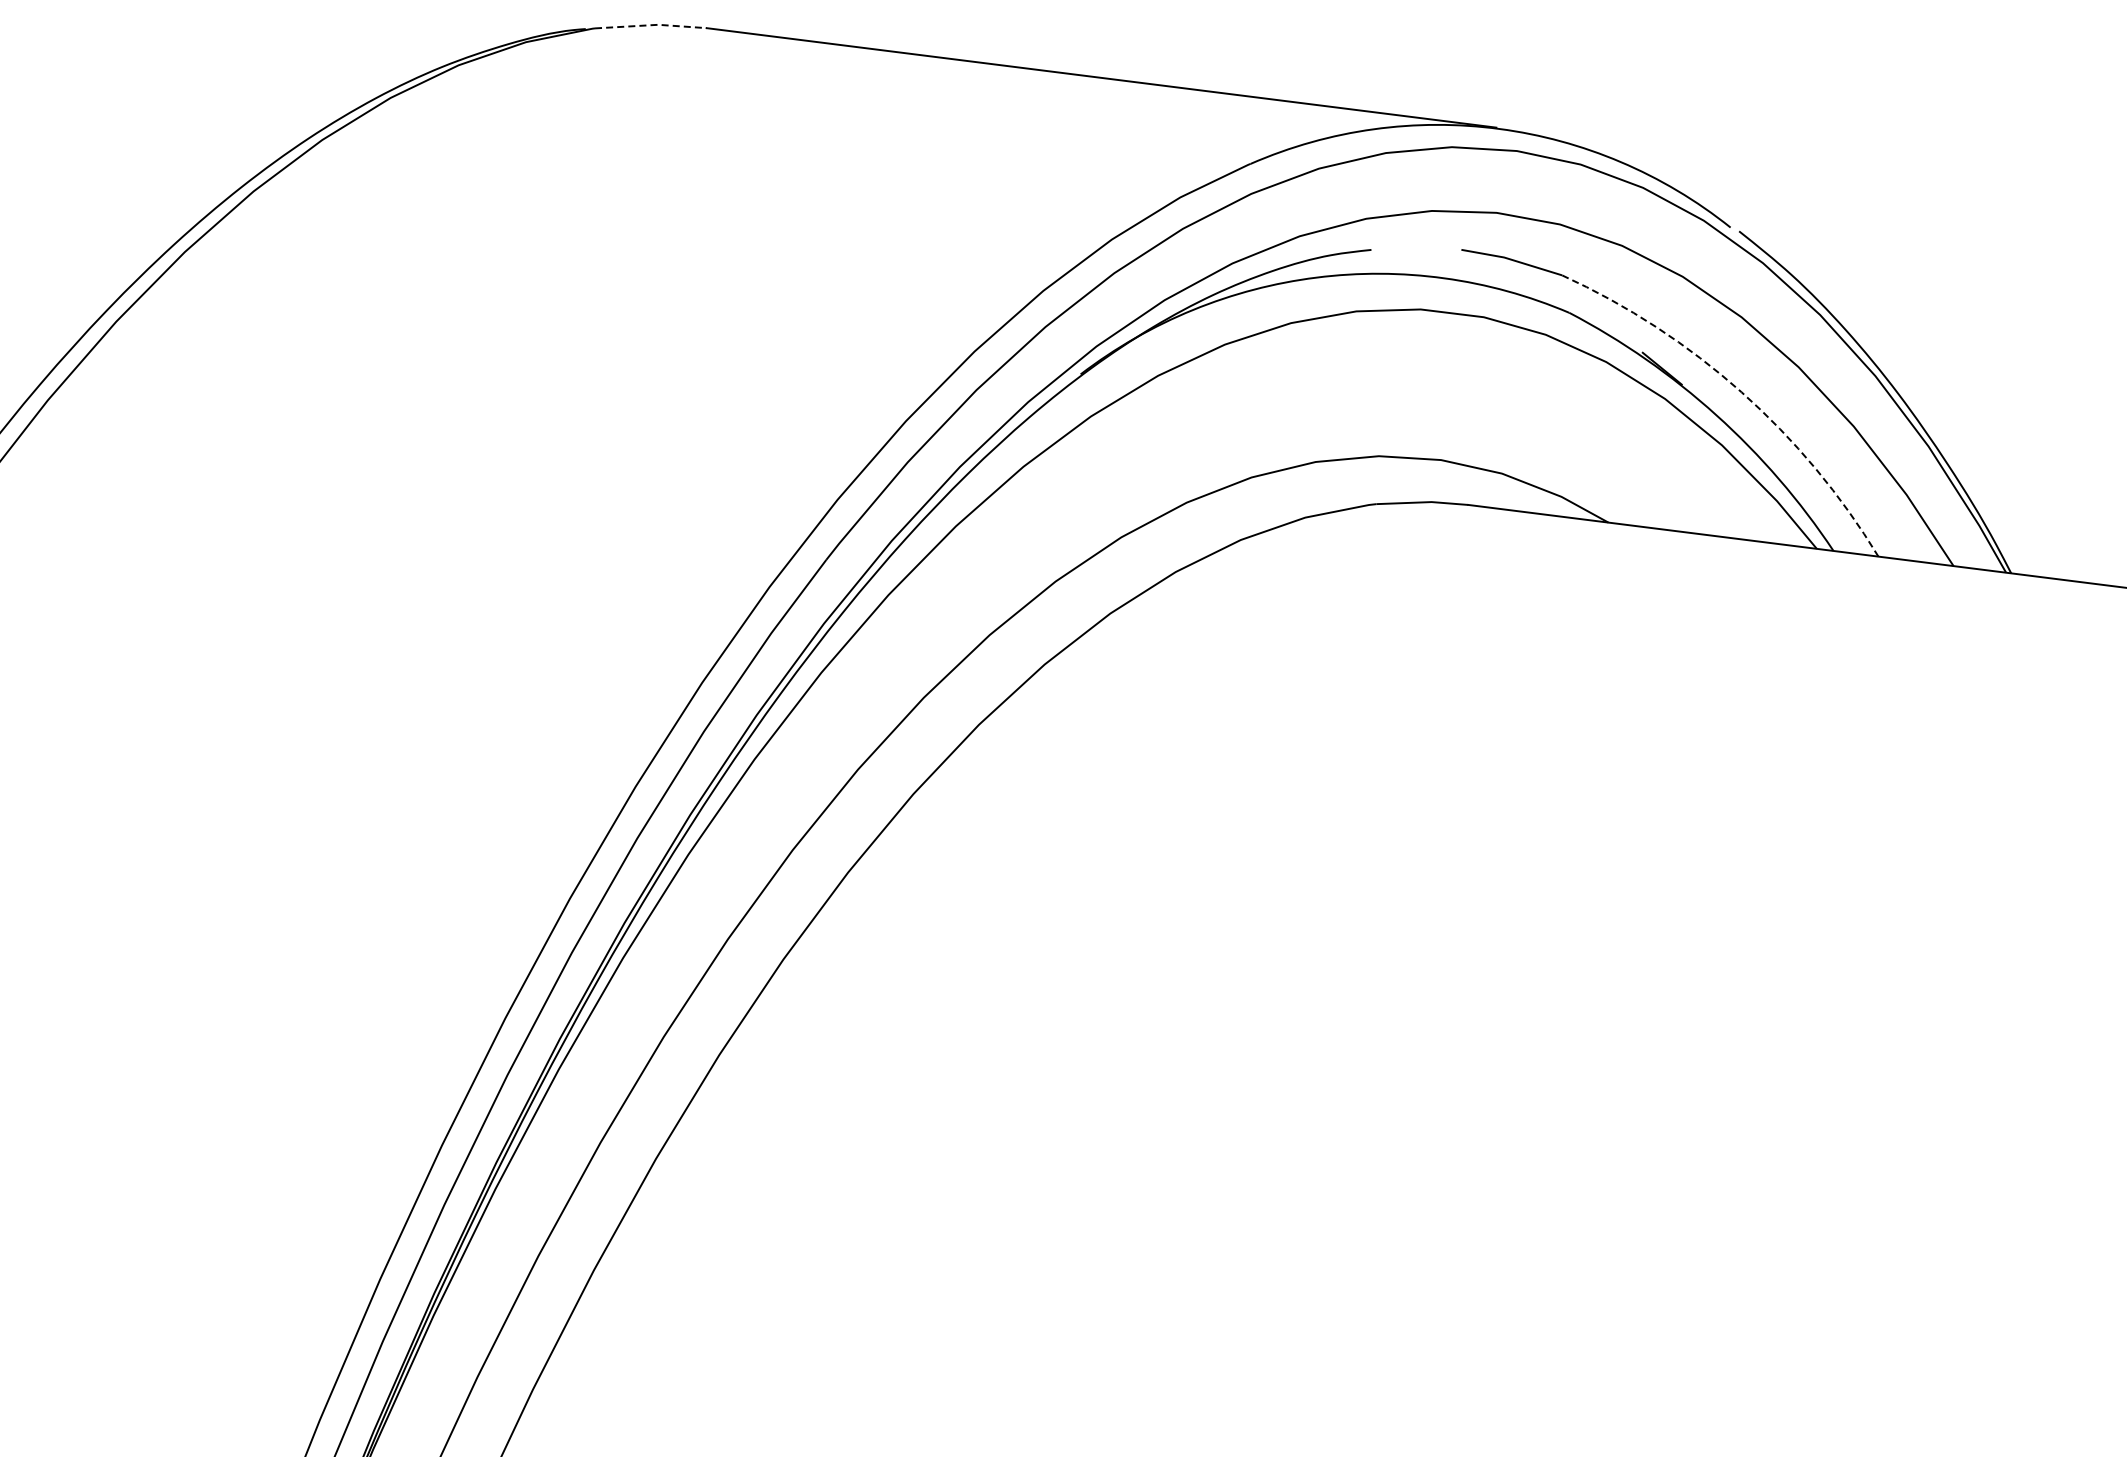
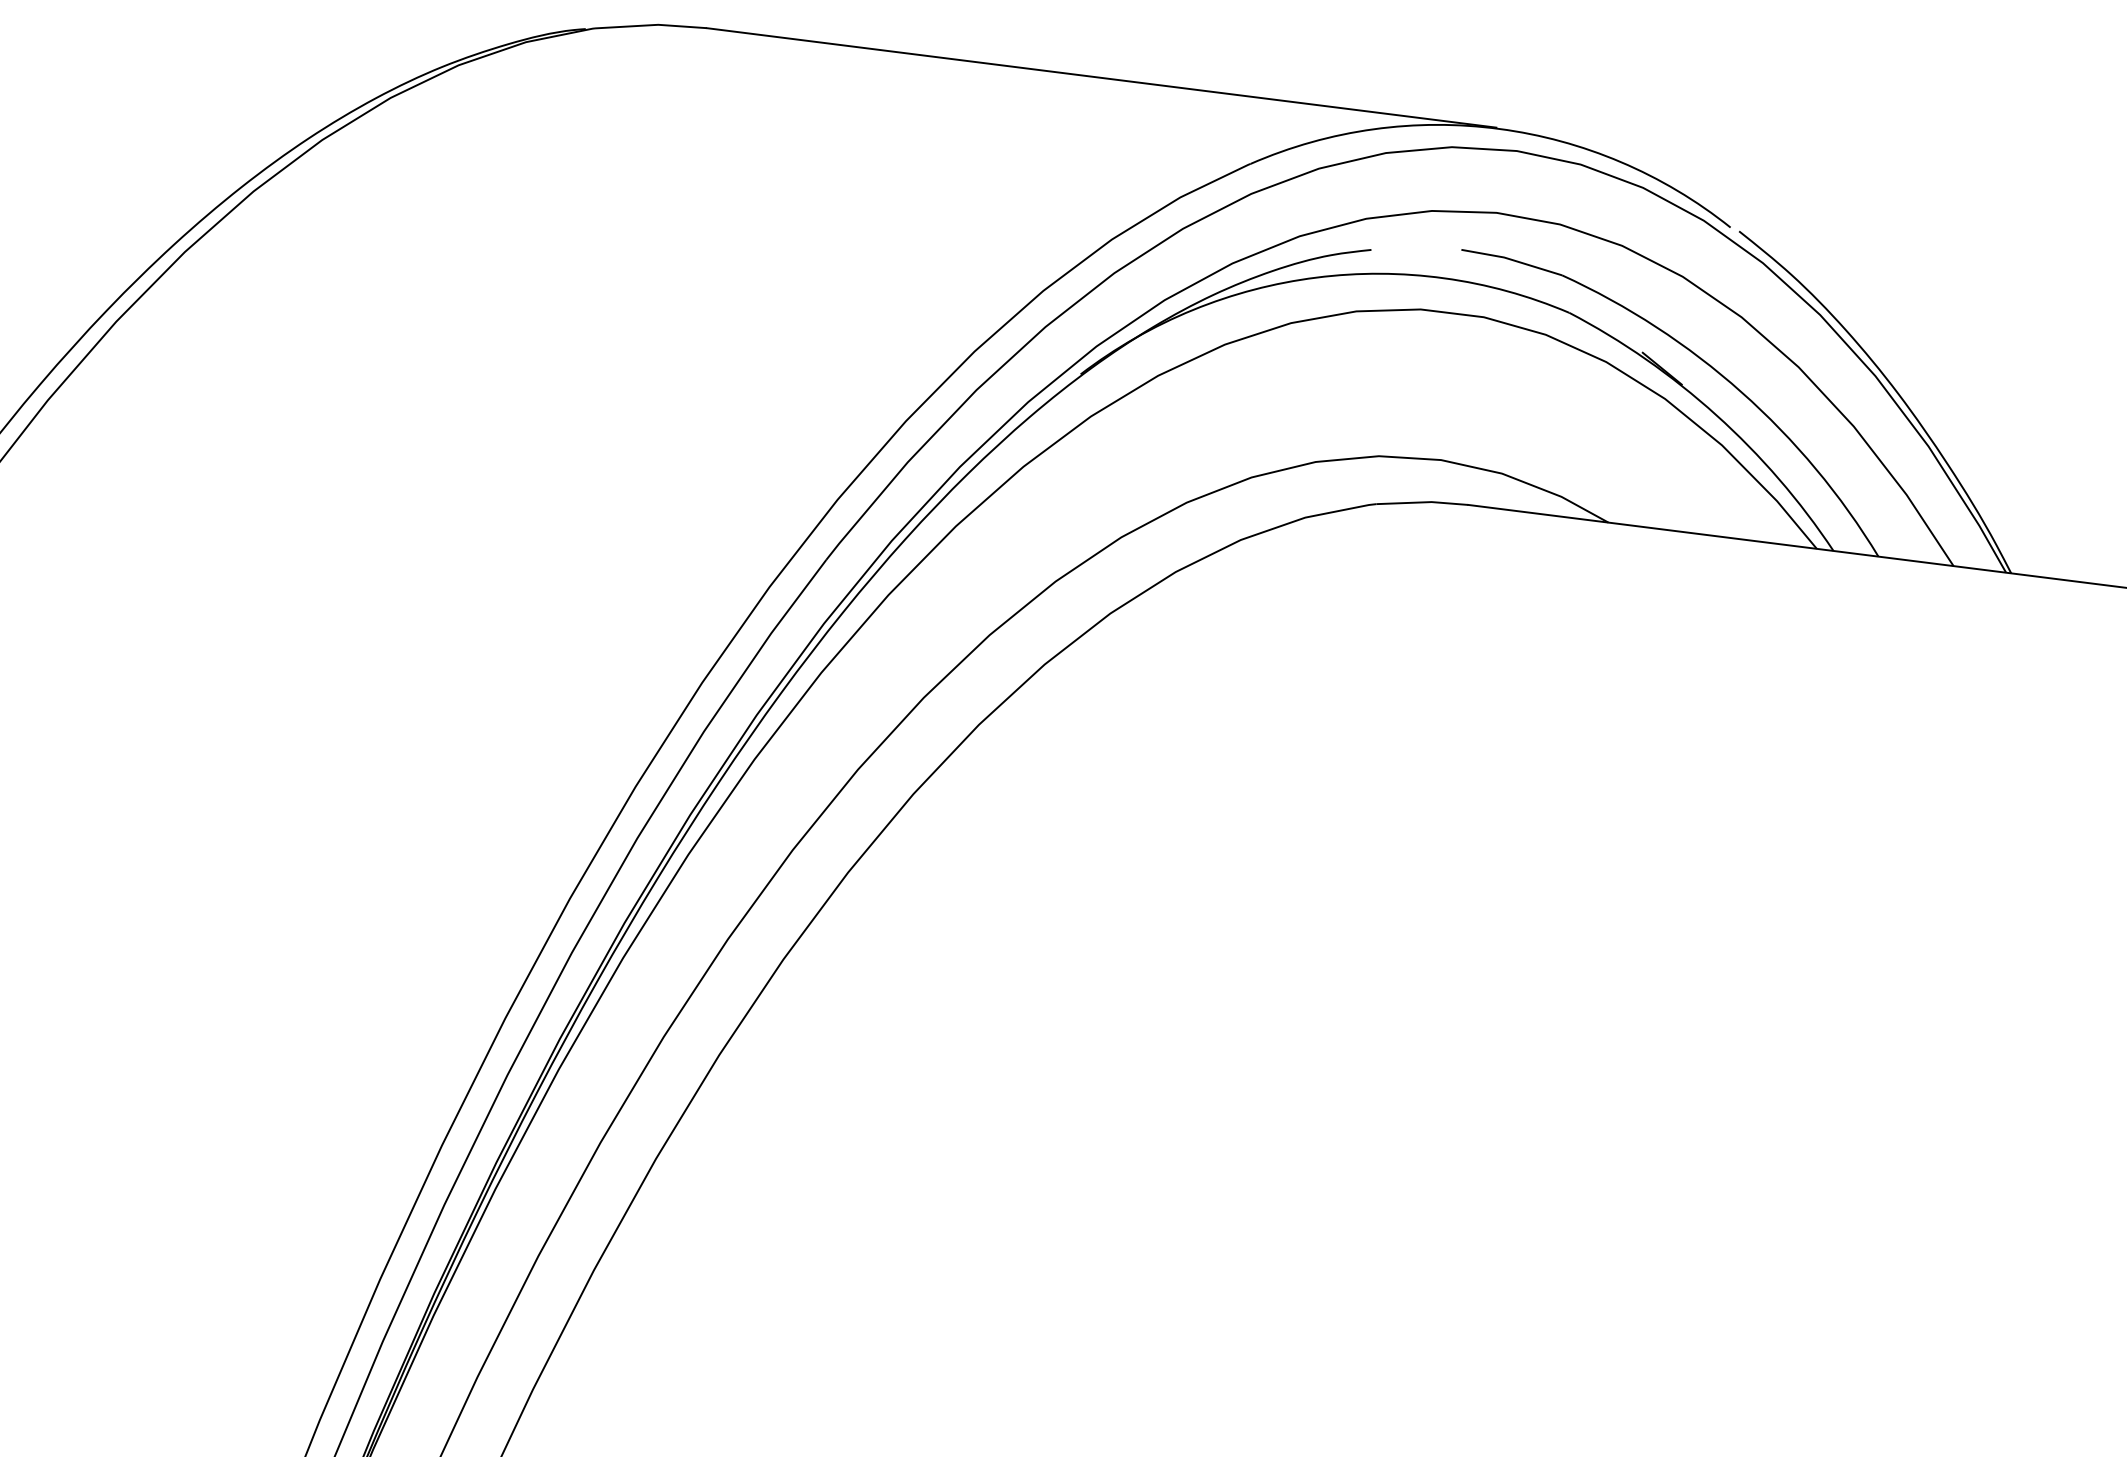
line at (651, 25): dashed -> solid
arc at (1741, 392): dashed -> solid
